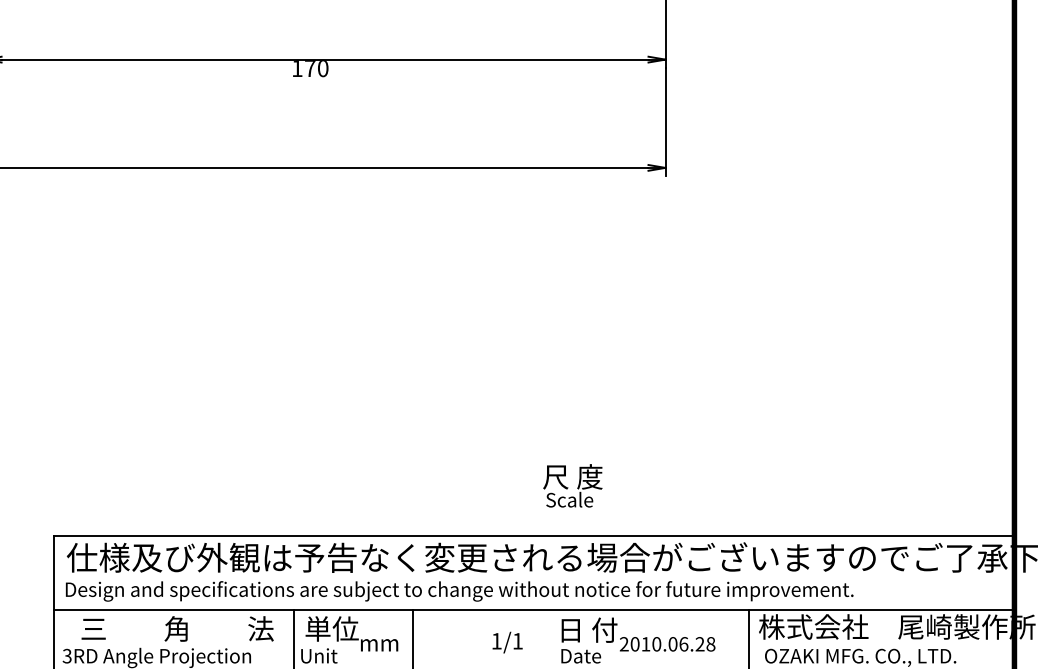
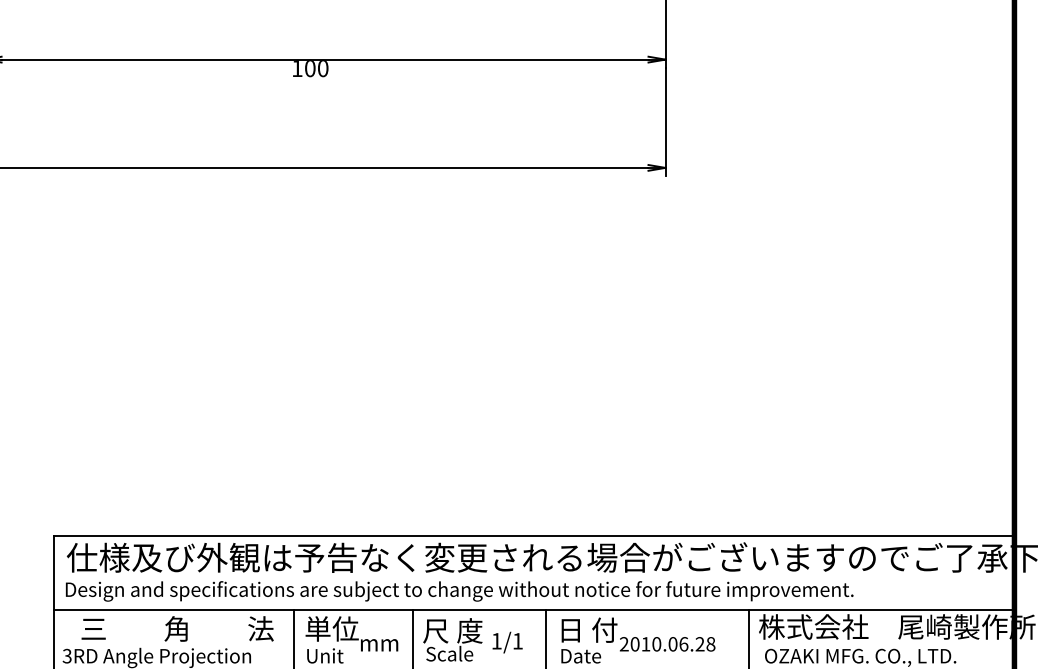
text at (310, 69): 170 -> 100
text at (572, 485) position: (572, 485) -> (452, 639)
line at (546, 637): none -> present
text at (319, 655) position: (319, 655) -> (325, 655)
